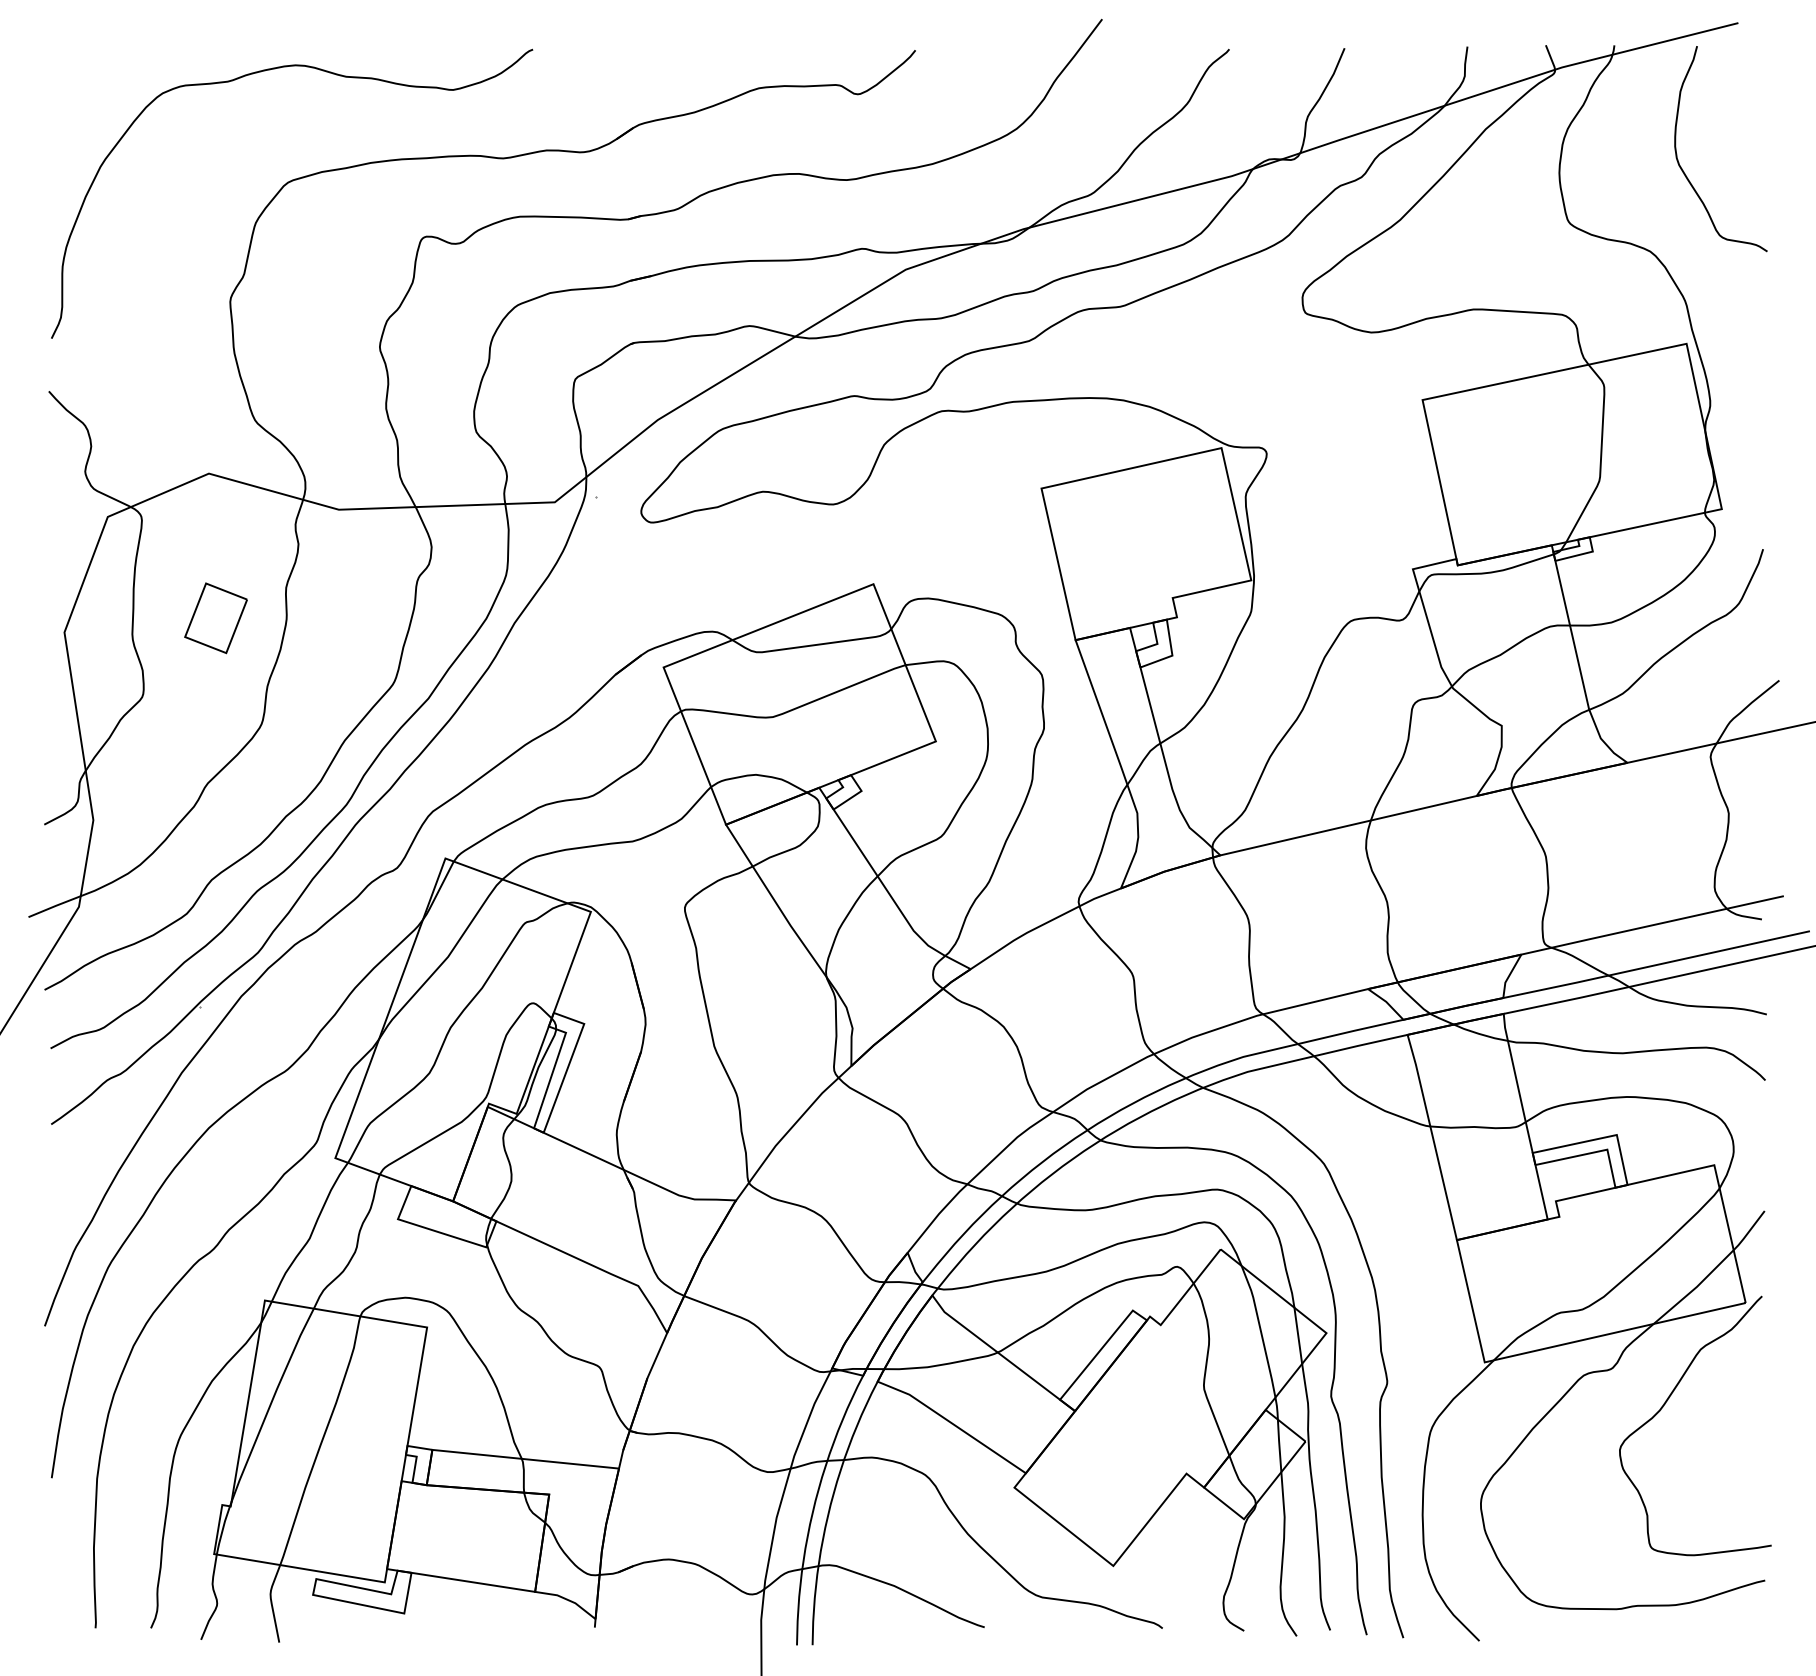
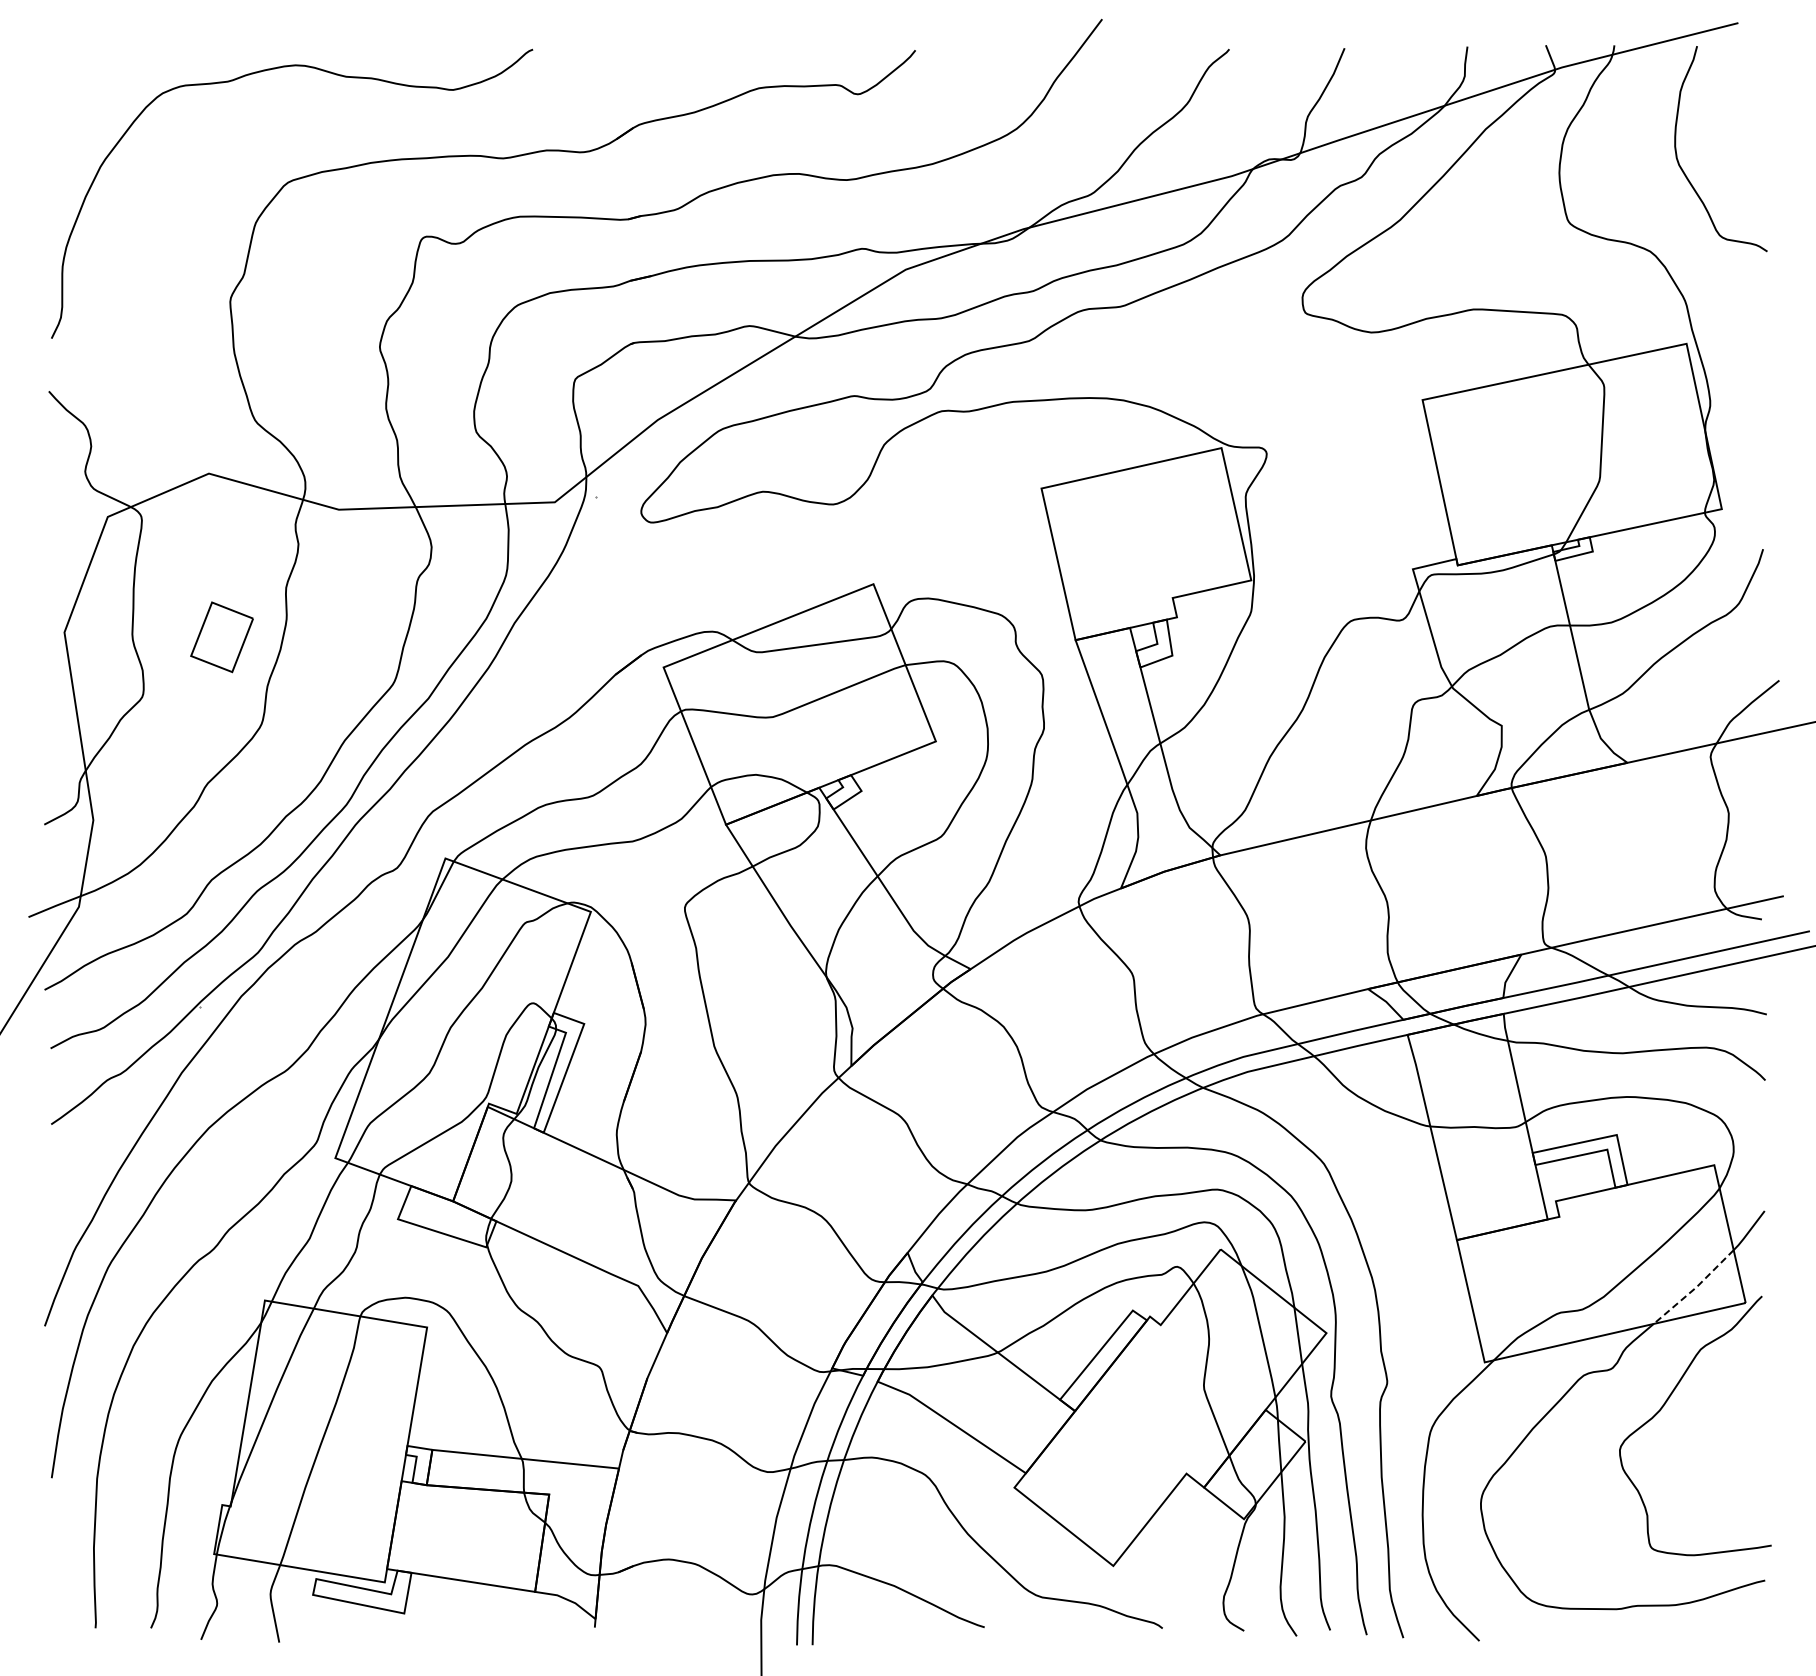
part at (215, 618) position: (215, 618) -> (221, 637)
line at (1695, 1288): solid -> dashed
